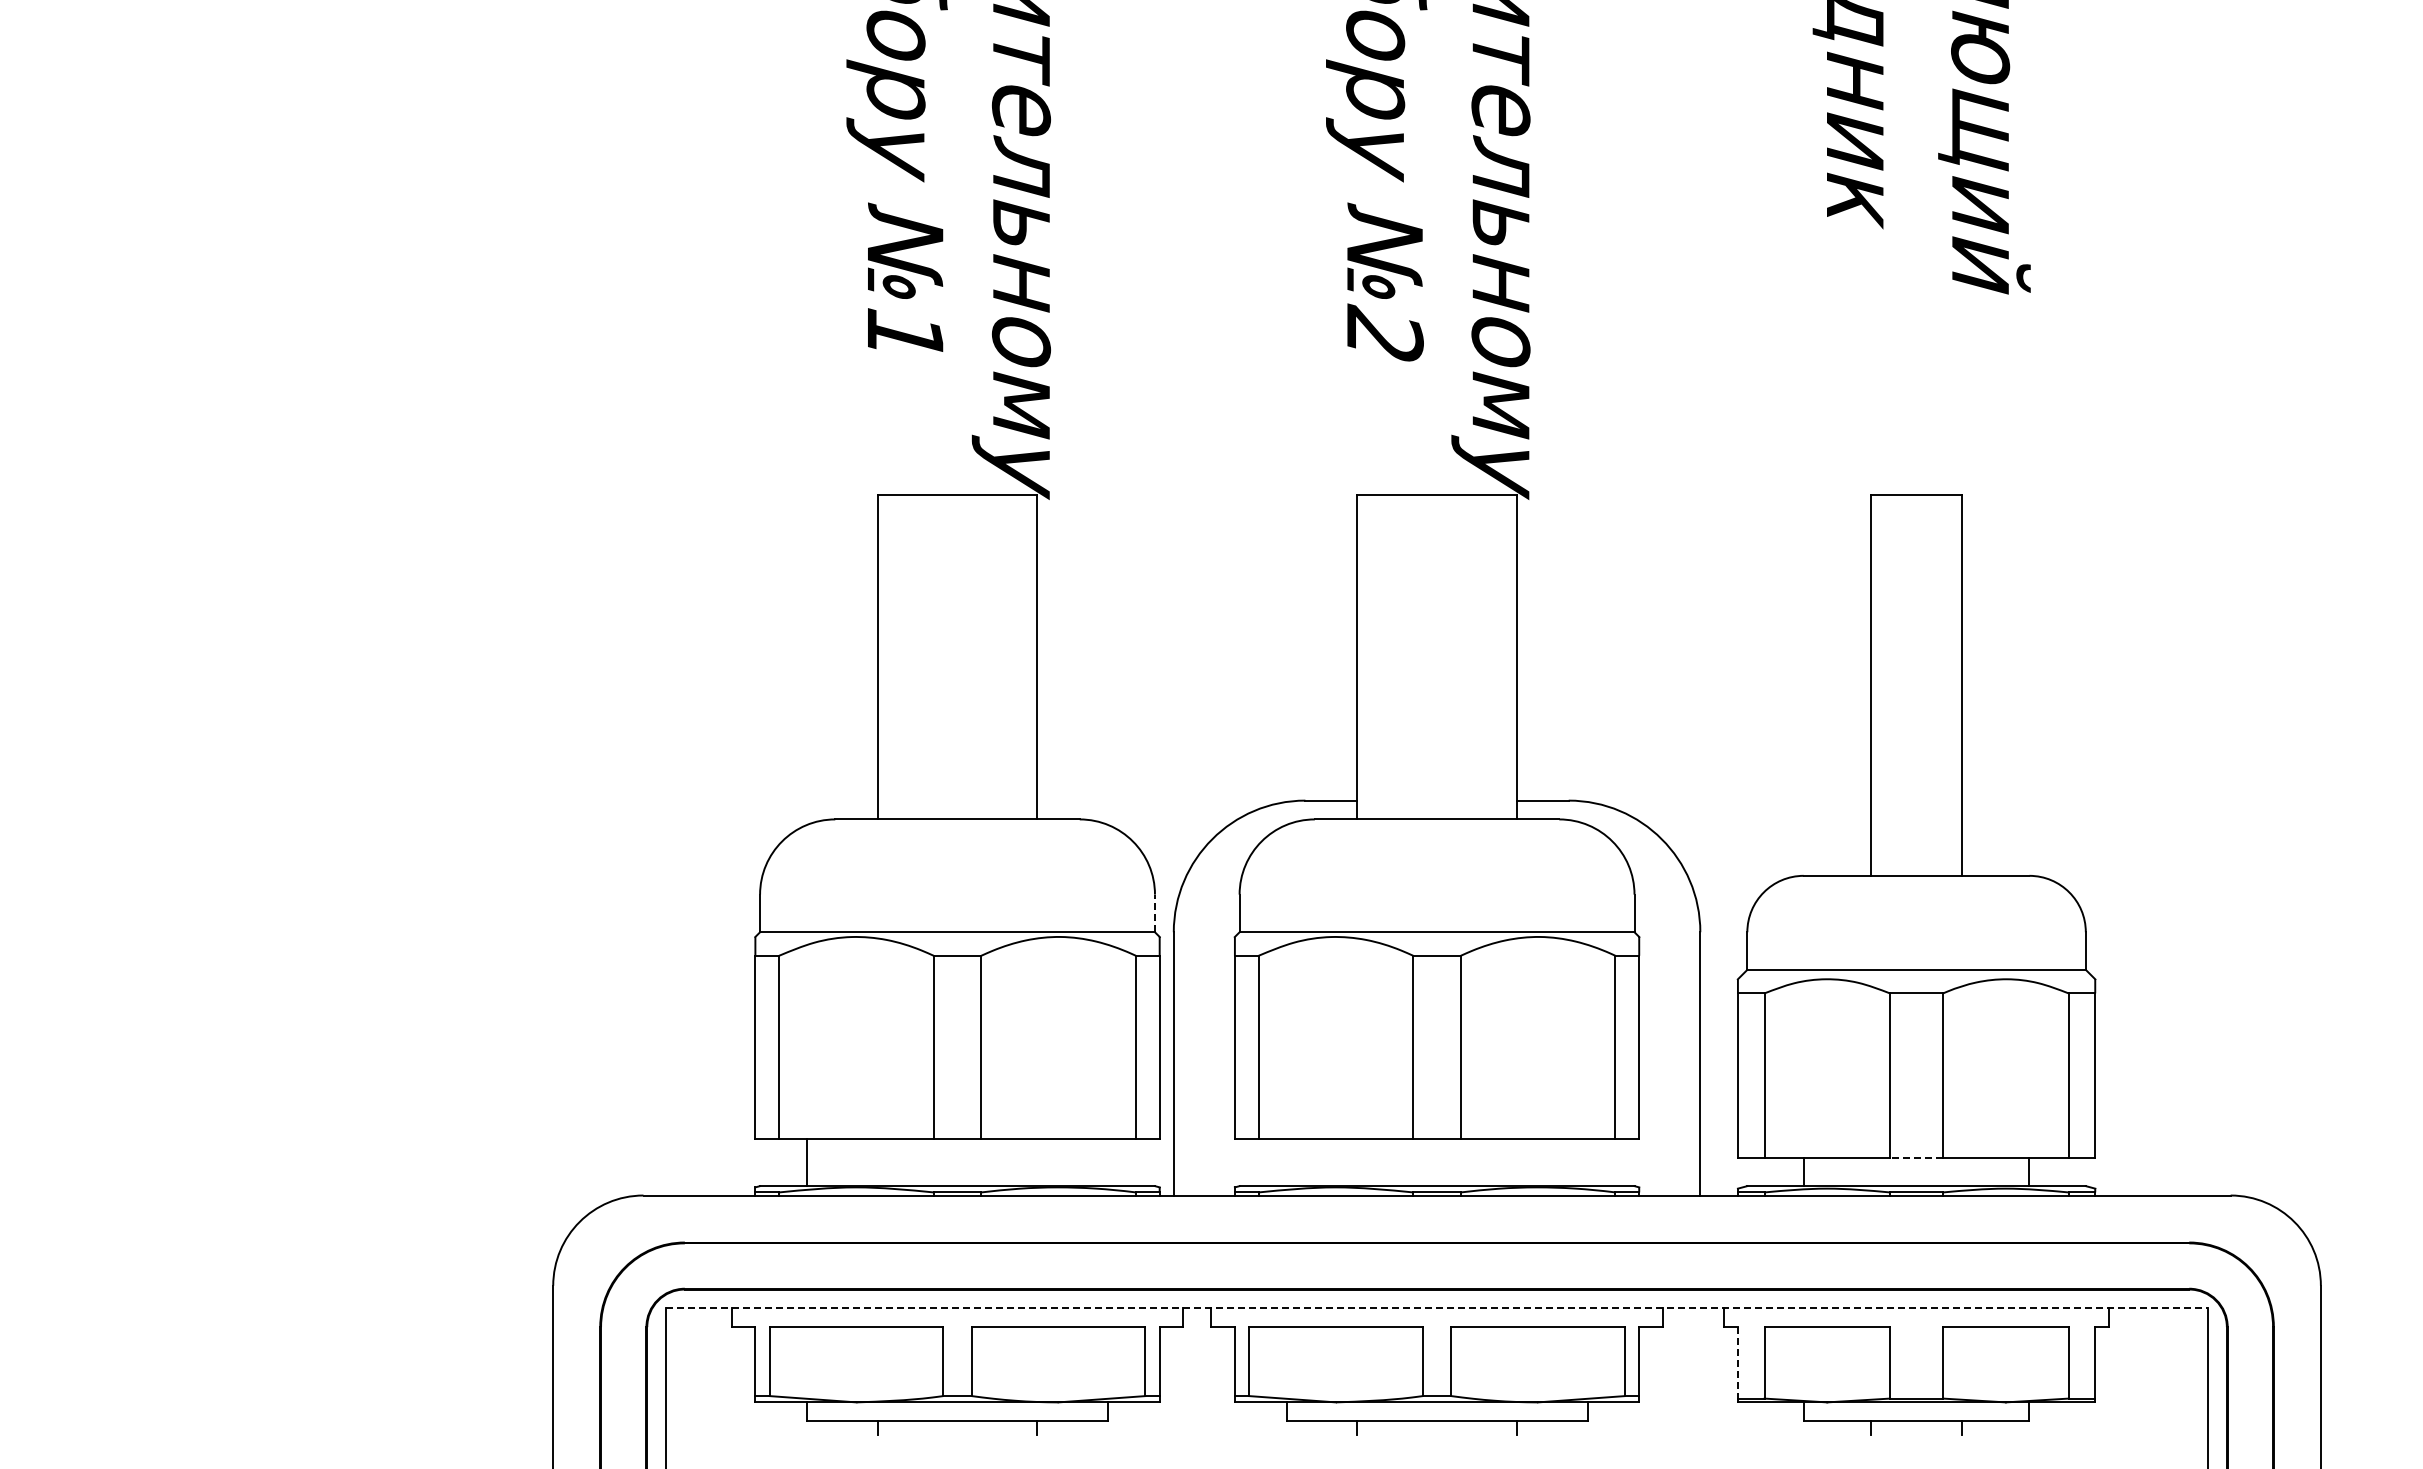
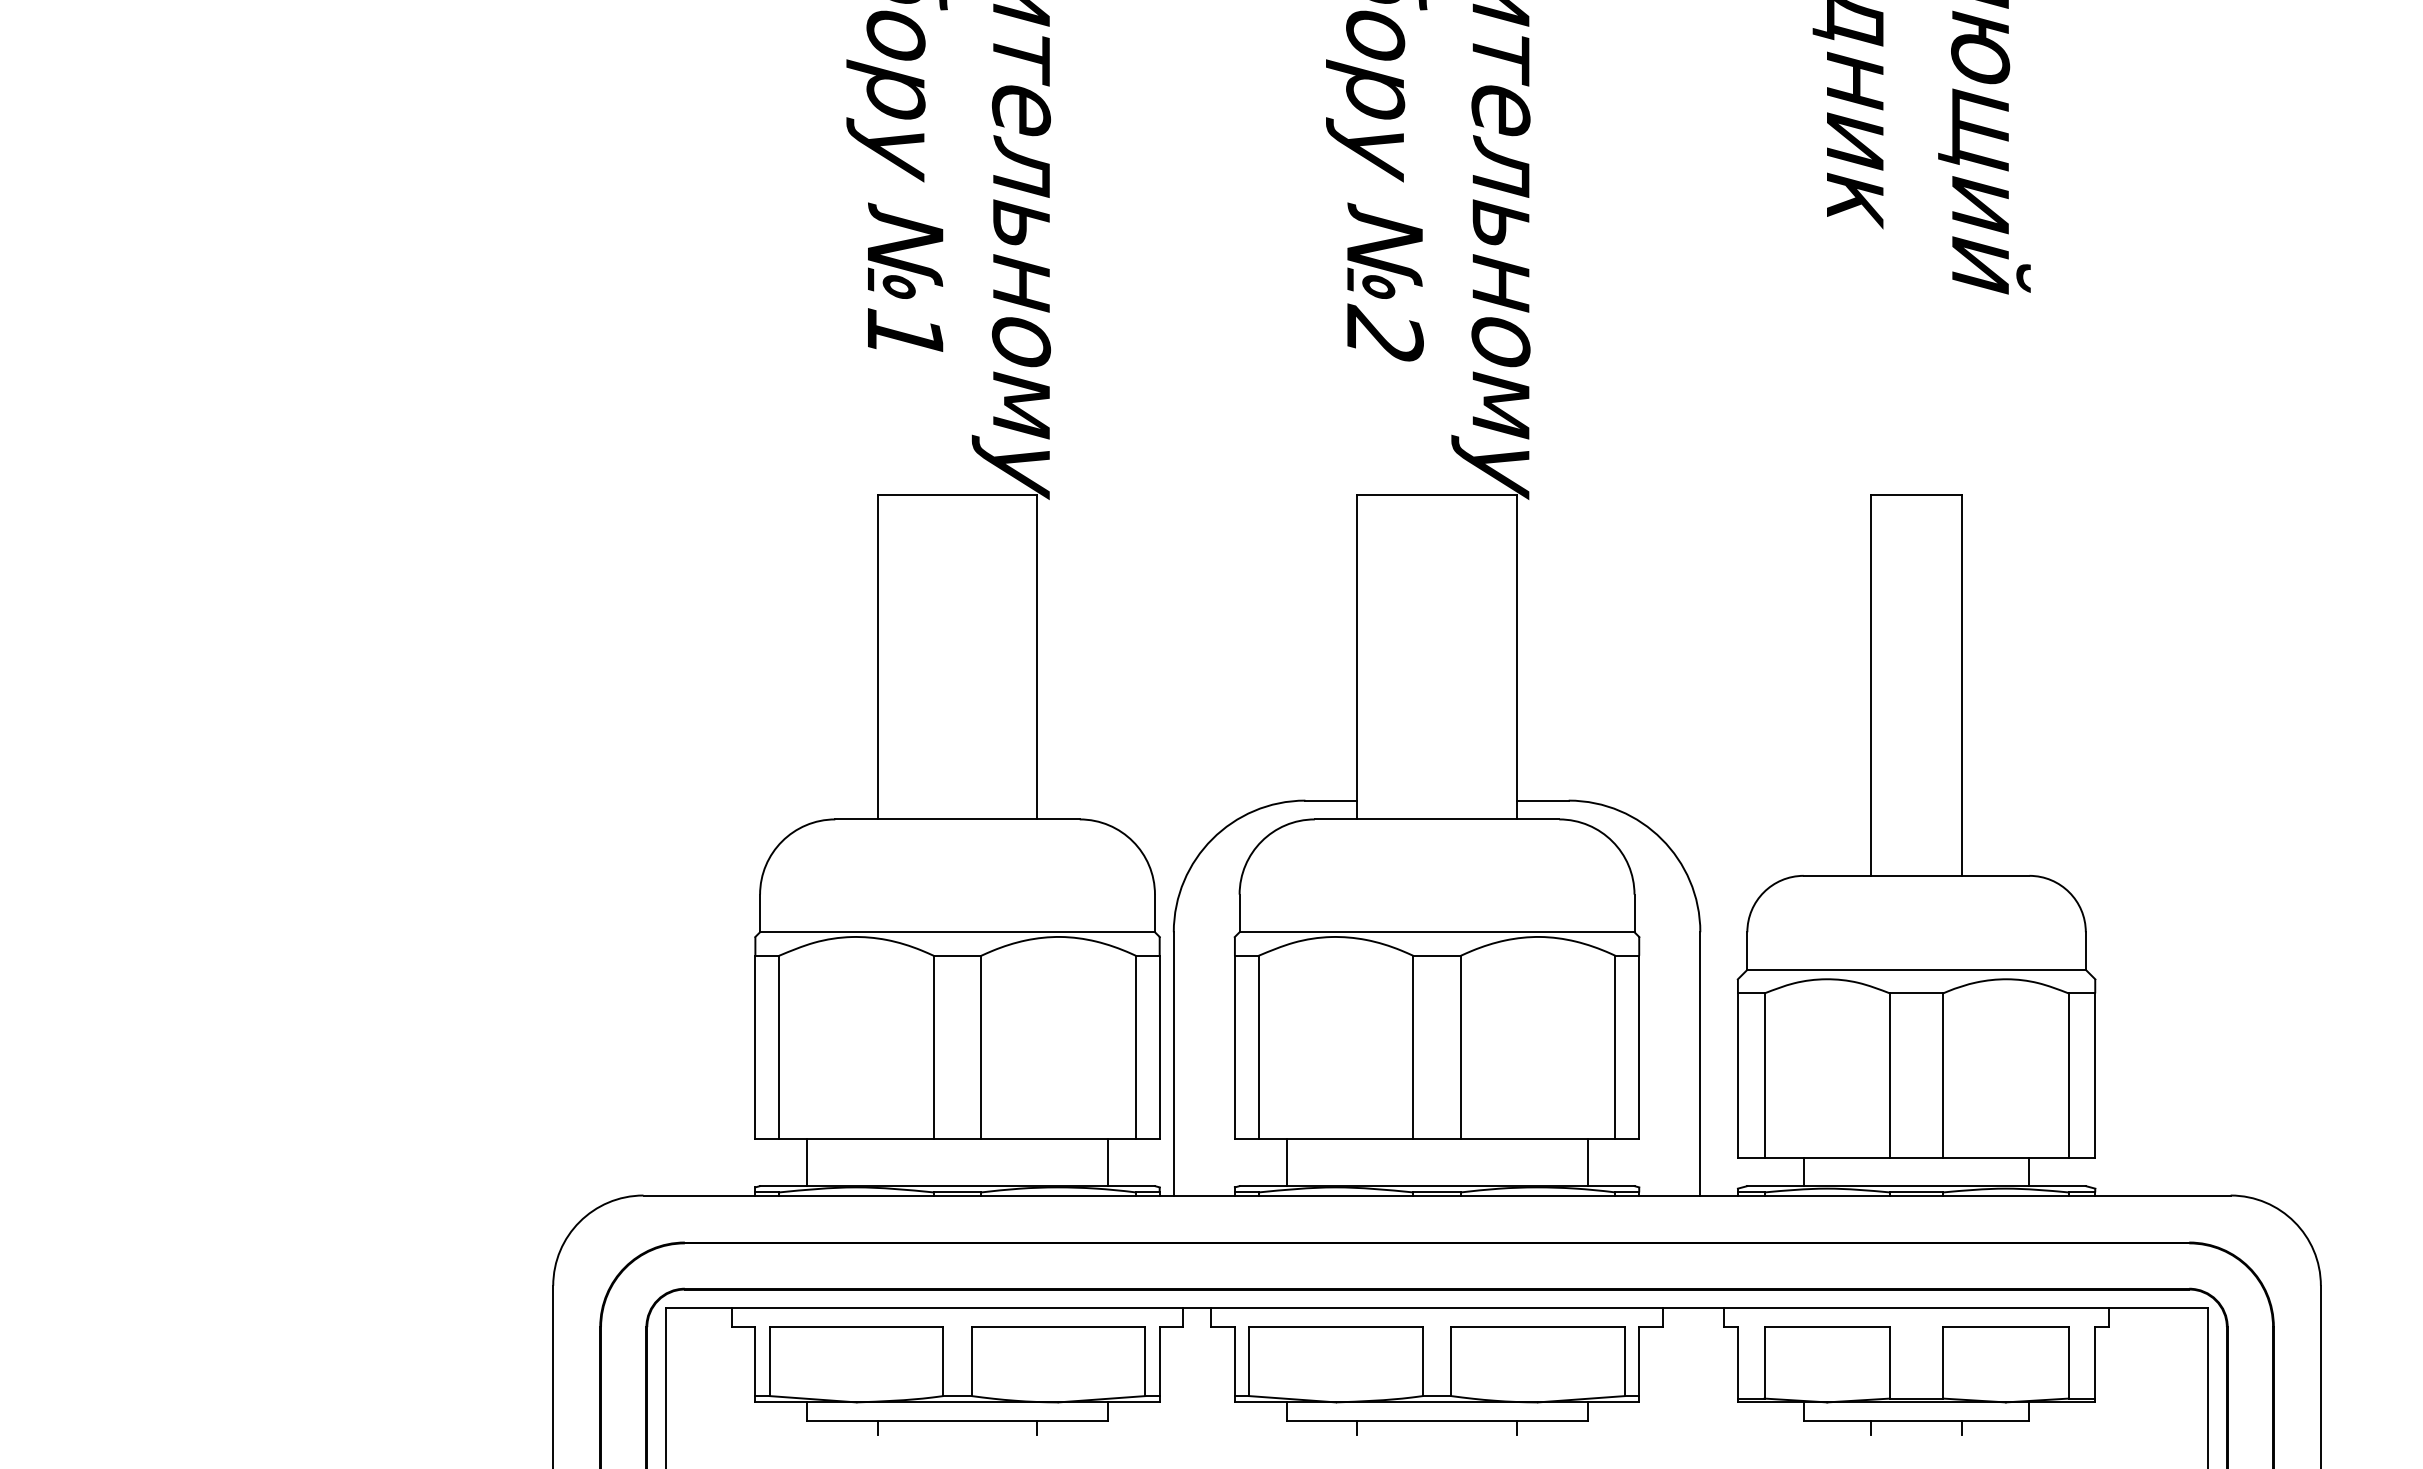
line at (1154, 913): dashed -> solid
line at (1916, 1157): dashed -> solid
line at (1107, 1162): none -> present
line at (1286, 1162): none -> present
line at (1587, 1162): none -> present
line at (1437, 1308): dashed -> solid
line at (1737, 1362): dashed -> solid
